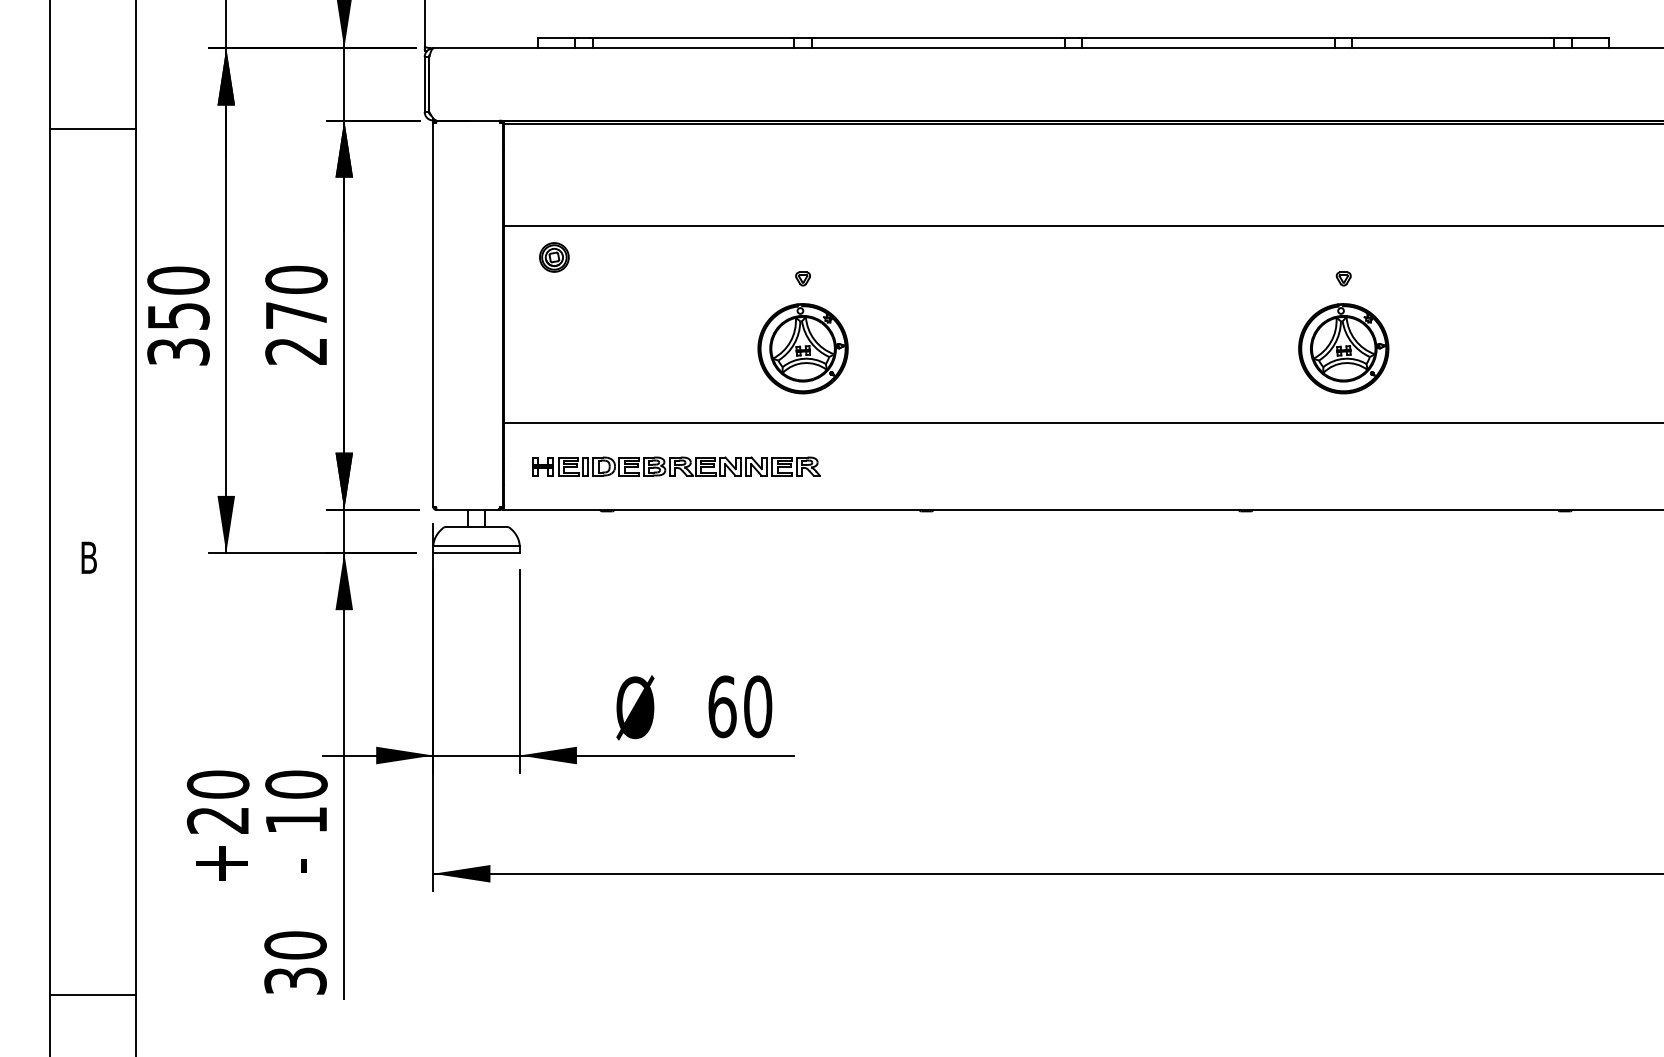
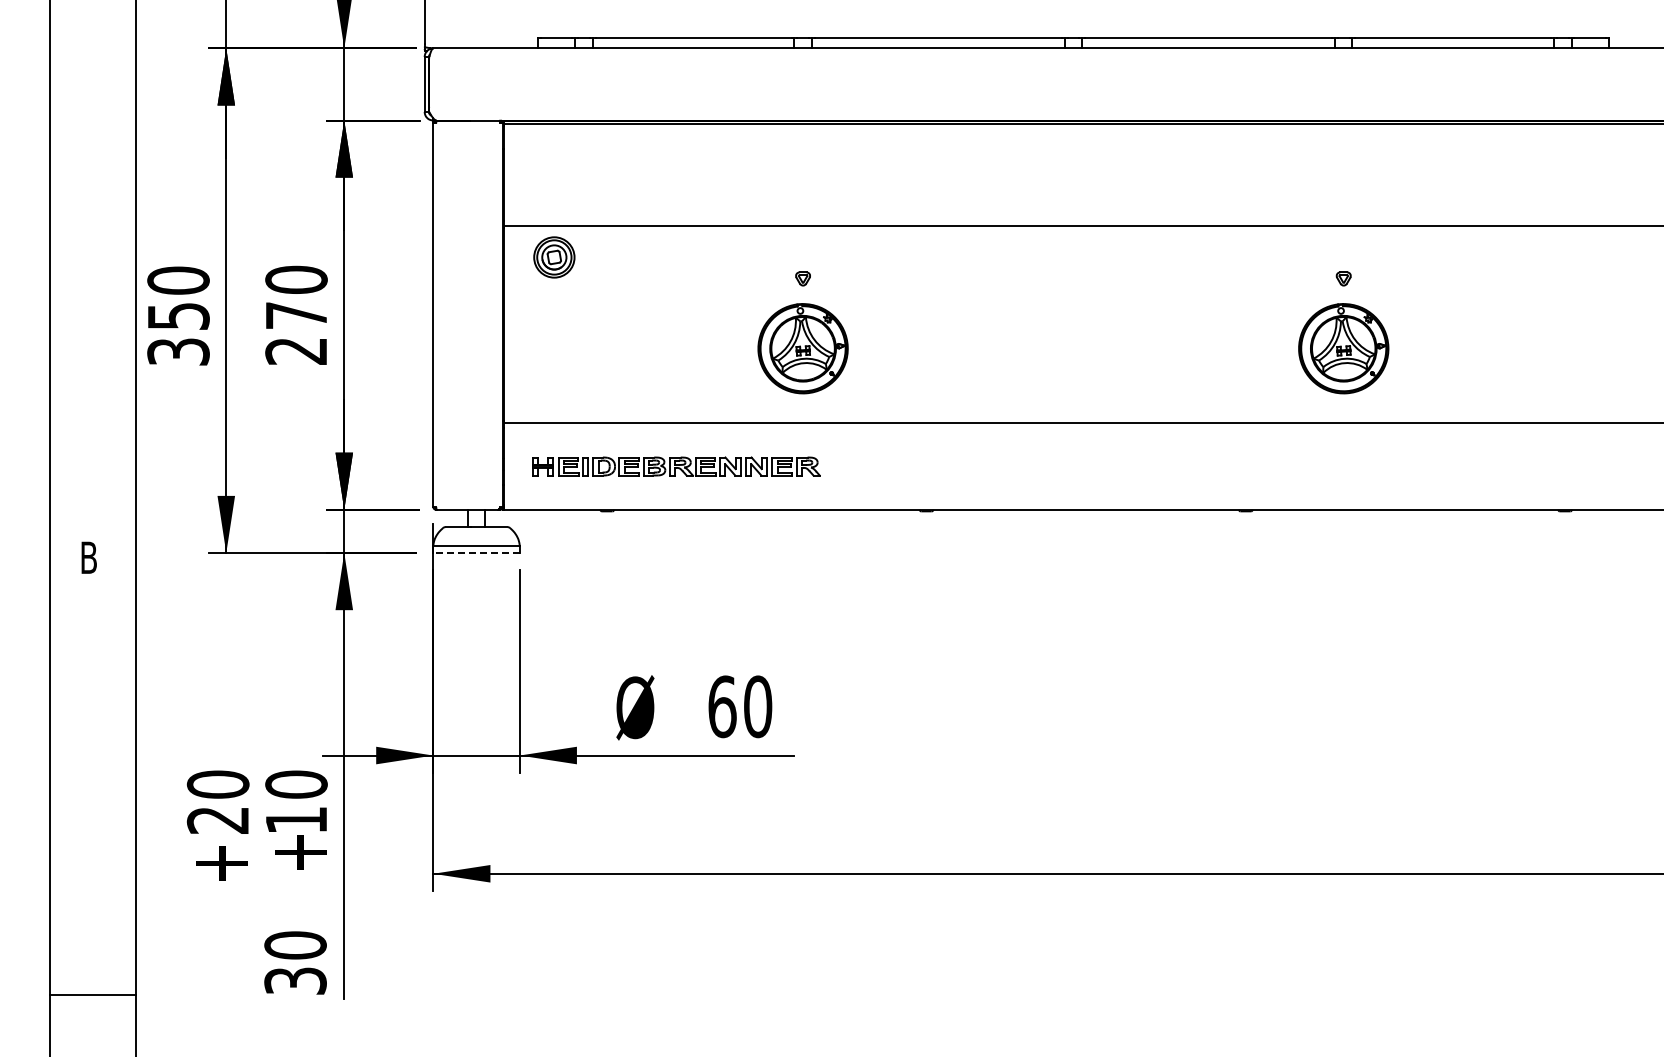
line at (92, 129): present -> none
part at (554, 257) size: 31x31 px -> 43x43 px
line at (476, 553): solid -> dashed
text at (300, 853): - -> +
